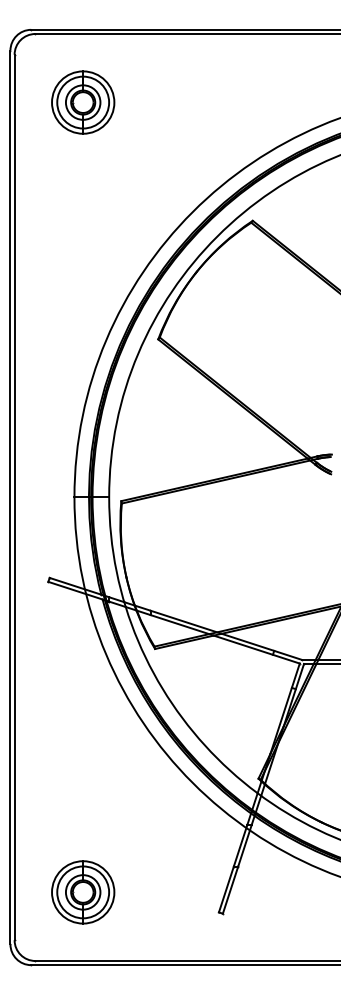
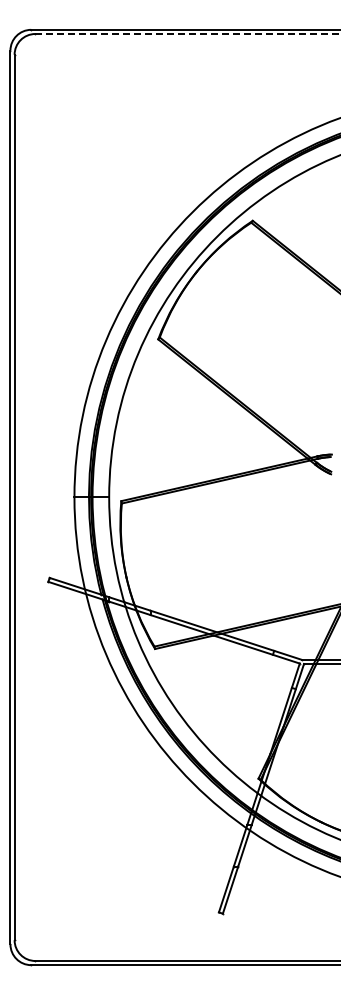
line at (188, 34): solid -> dashed
part at (83, 102): present -> none
part at (83, 892): present -> none
